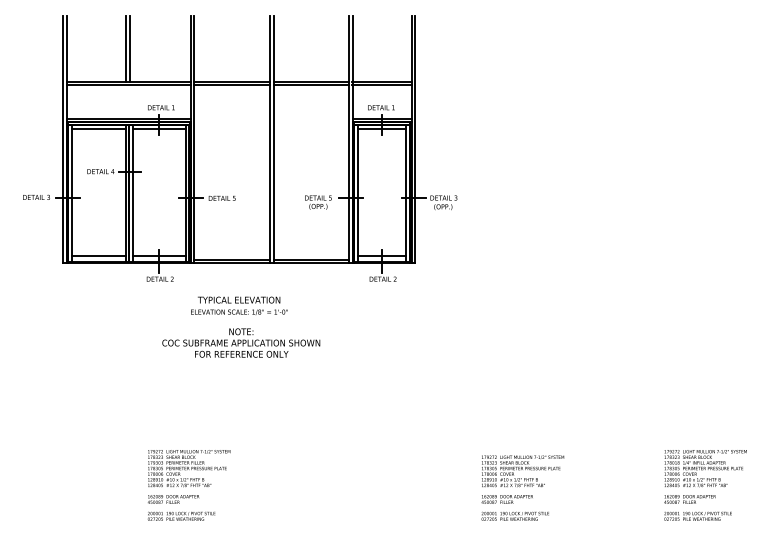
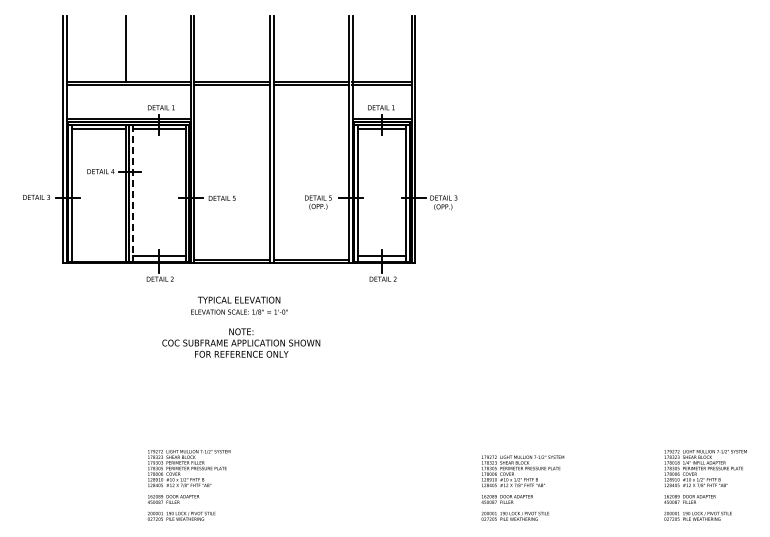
line at (129, 48): present -> none
line at (133, 194): solid -> dashed
line at (98, 255): present -> none
